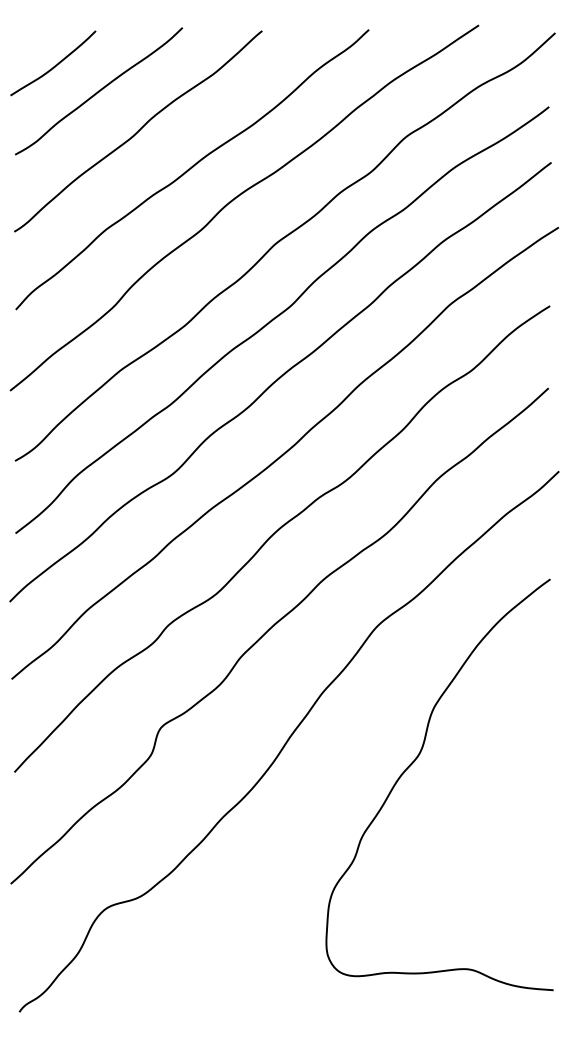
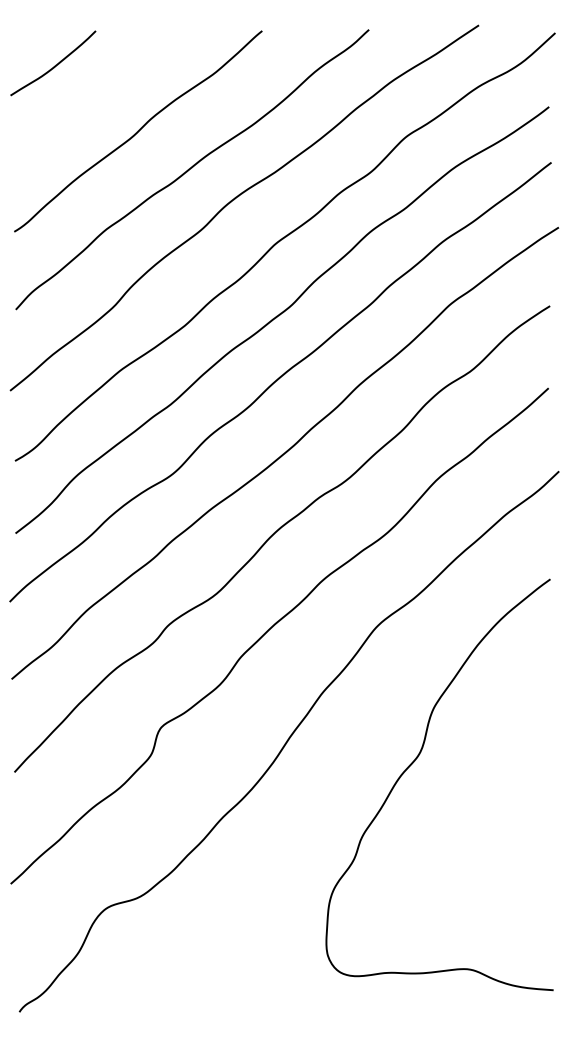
curve at (99, 91): present -> none
